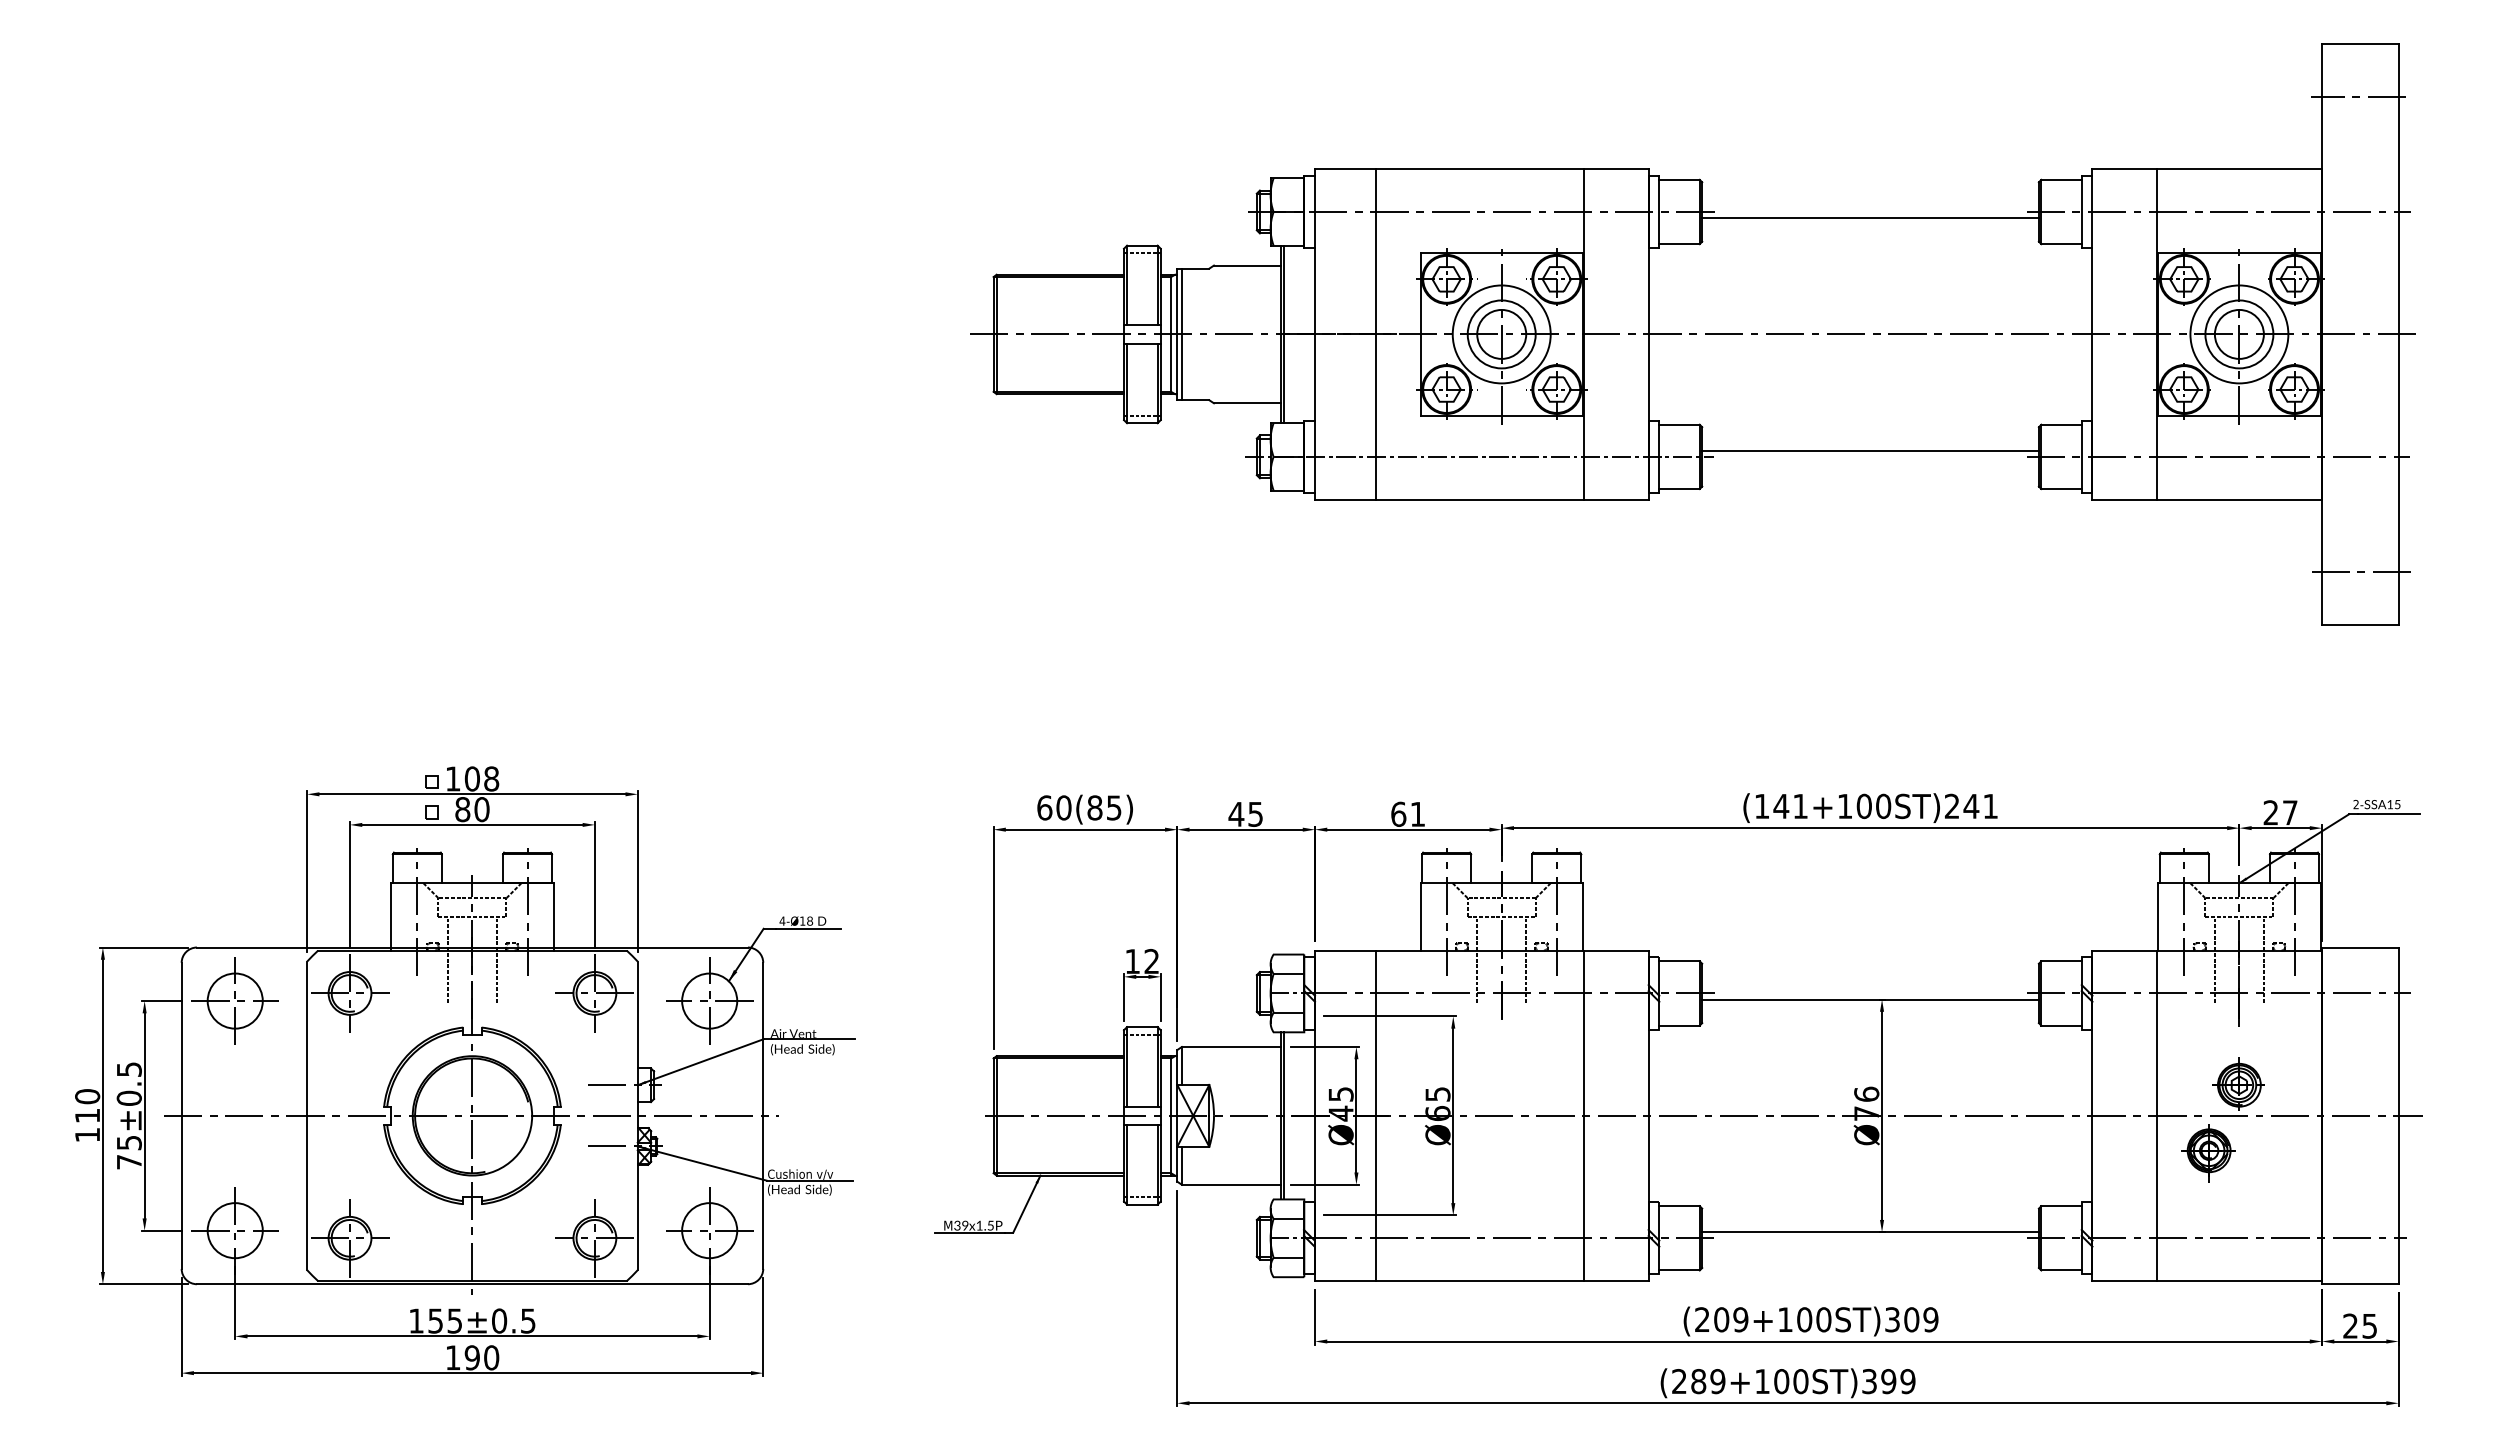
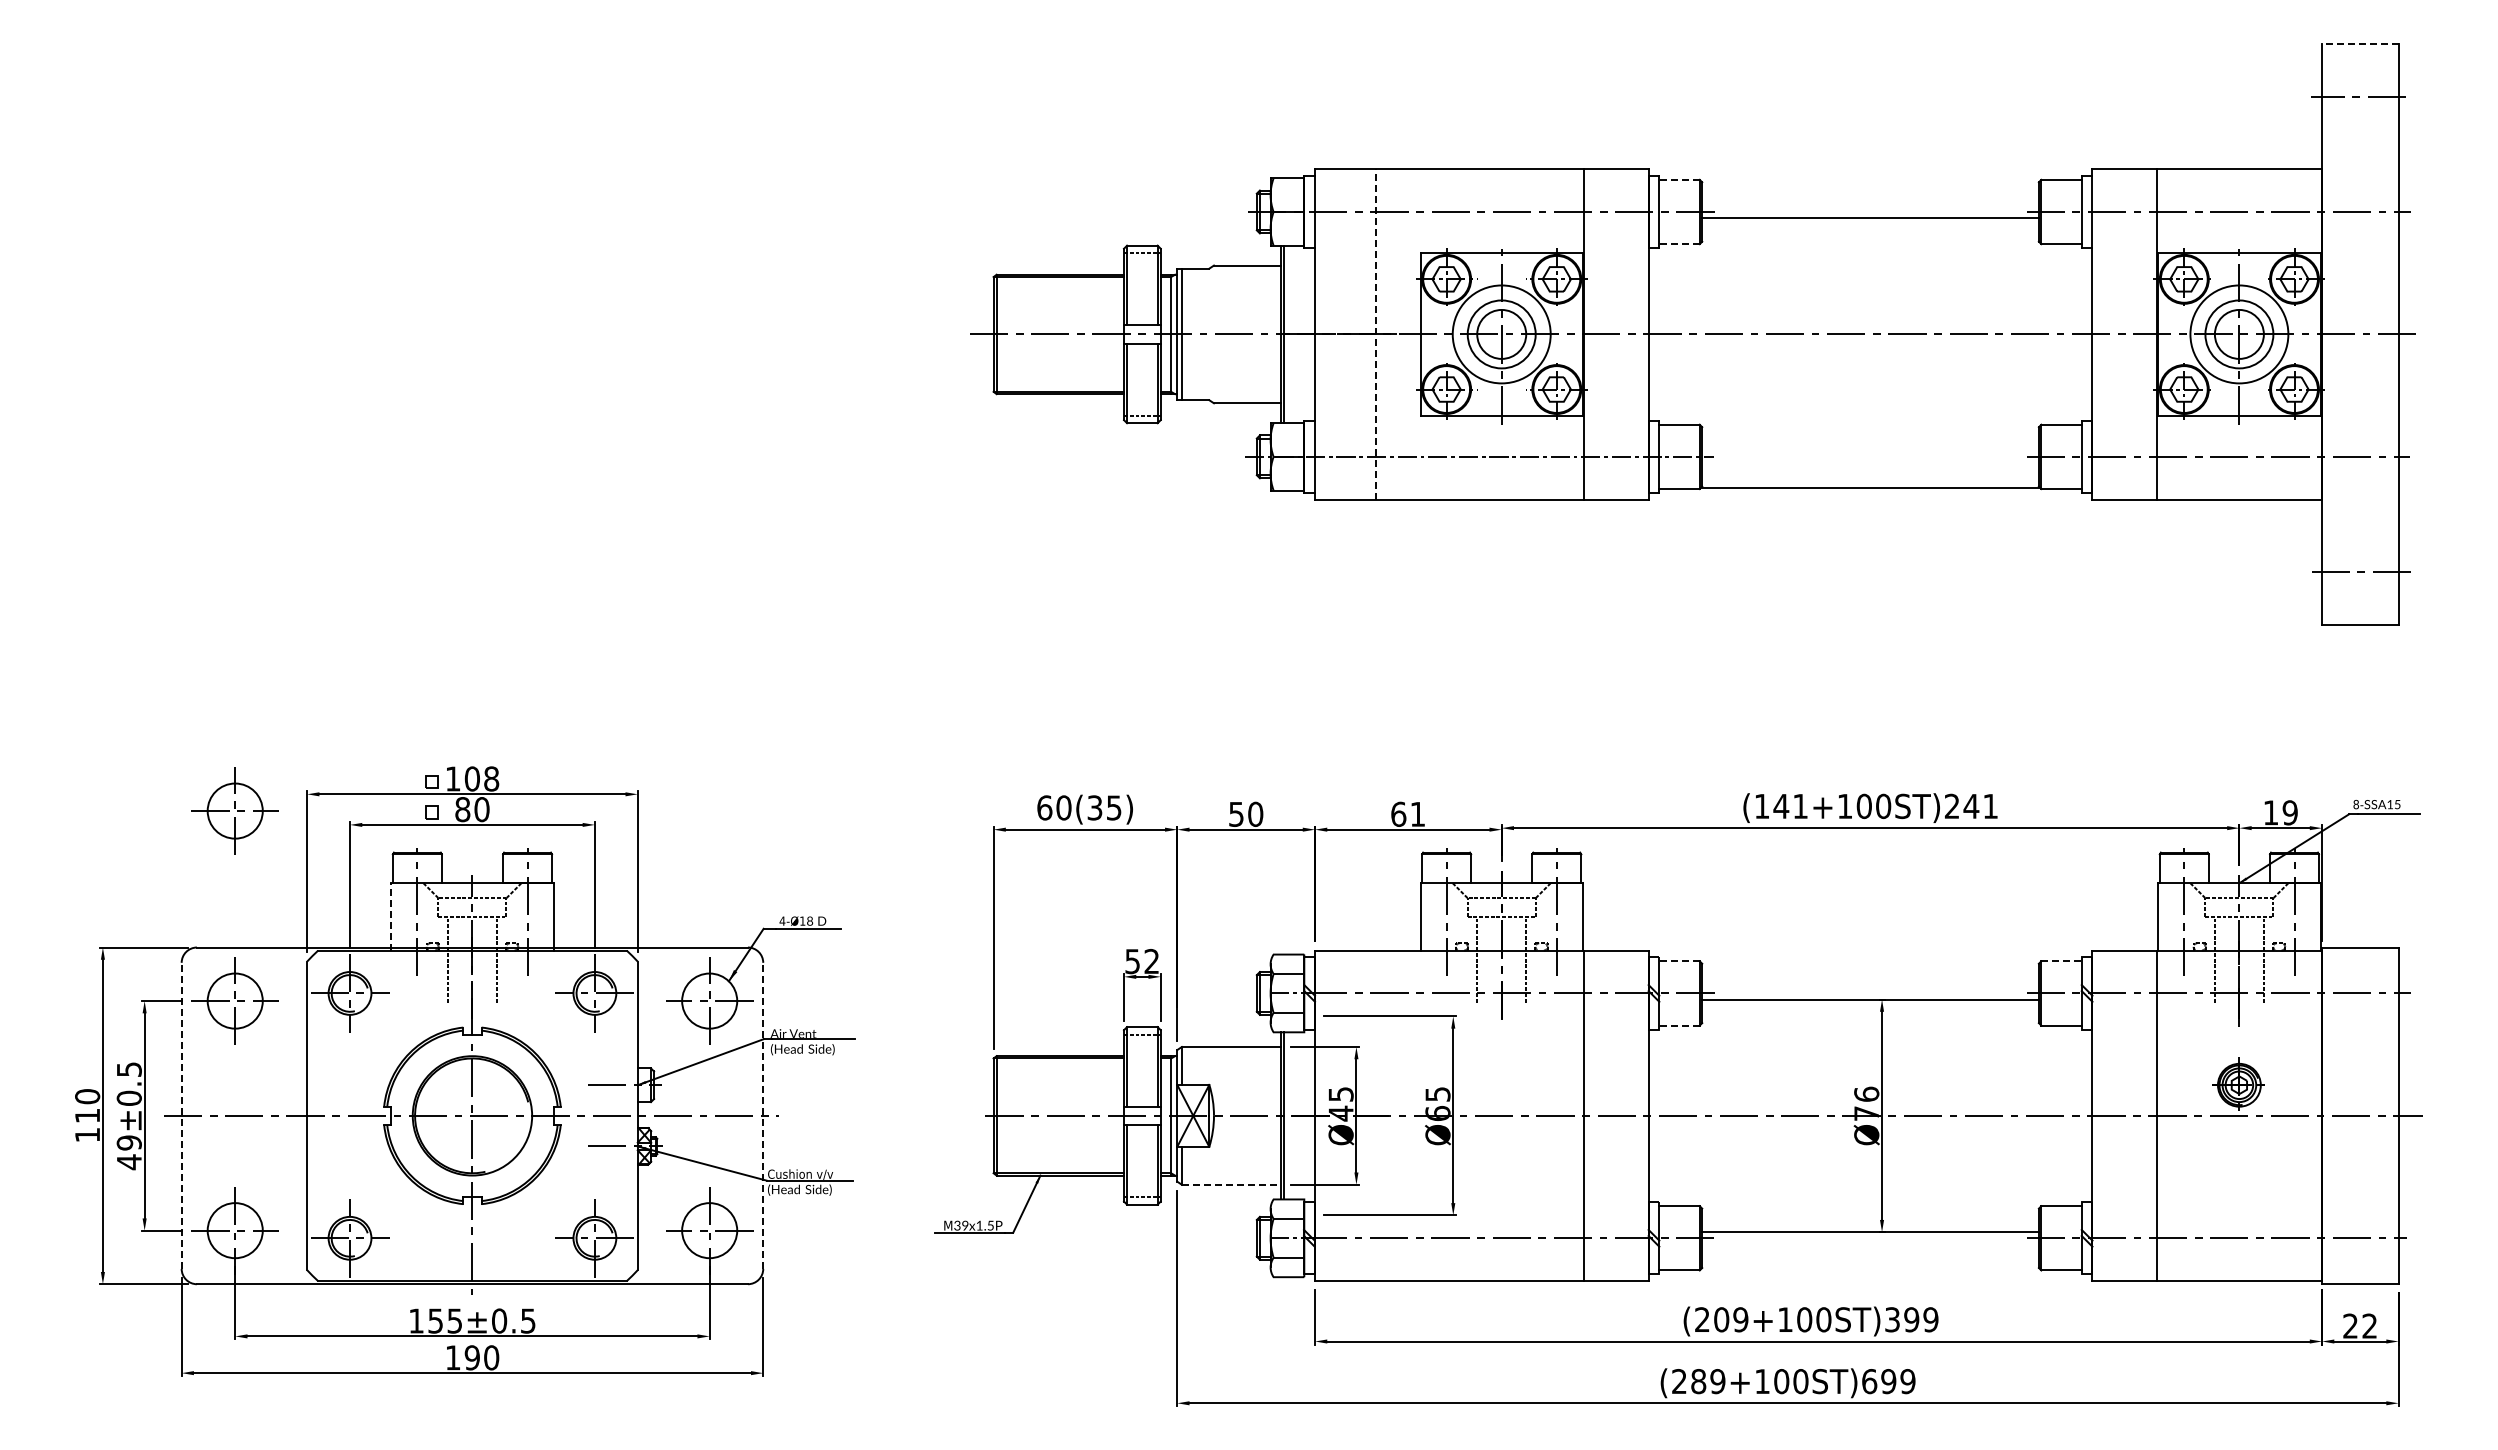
line at (2359, 43): solid -> dashed
line at (1679, 179): solid -> dashed
line at (1679, 244): solid -> dashed
line at (1376, 333): solid -> dashed
line at (1870, 450) position: (1870, 450) -> (1870, 487)
text at (2355, 804): 2- -> 8-
text at (1094, 807): 60(85) -> 60(35)
part at (234, 810): none -> present
text at (2280, 812): 27 -> 19
text at (1245, 813): 45 -> 50
line at (391, 916): solid -> dashed
text at (1132, 961): 12 -> 52
line at (1679, 961): solid -> dashed
line at (2062, 961): solid -> dashed
line at (1679, 1025): solid -> dashed
line at (181, 1115): solid -> dashed
line at (763, 1115): solid -> dashed
line at (1376, 1115): present -> none
text at (128, 1152): 75±0.5 -> 49±0.5
part at (2208, 1153): present -> none
line at (1231, 1184): solid -> dashed
text at (1911, 1319): (209+100ST)309 -> (209+100ST)399
text at (2369, 1325): 25 -> 22
text at (1869, 1381): (289+100ST)399 -> (289+100ST)699
